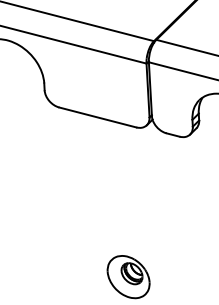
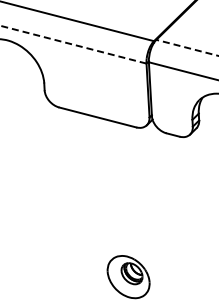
line at (73, 44): solid -> dashed
line at (187, 47): solid -> dashed
